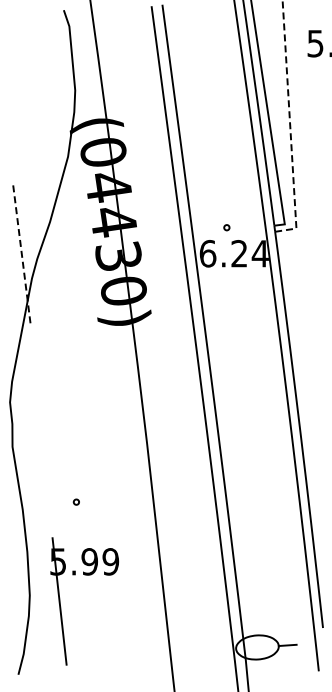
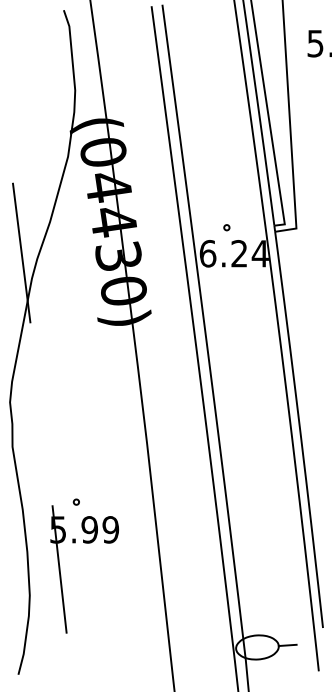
line at (290, 125): dashed -> solid
line at (21, 253): dashed -> solid
part at (61, 607) position: (61, 607) -> (61, 575)
